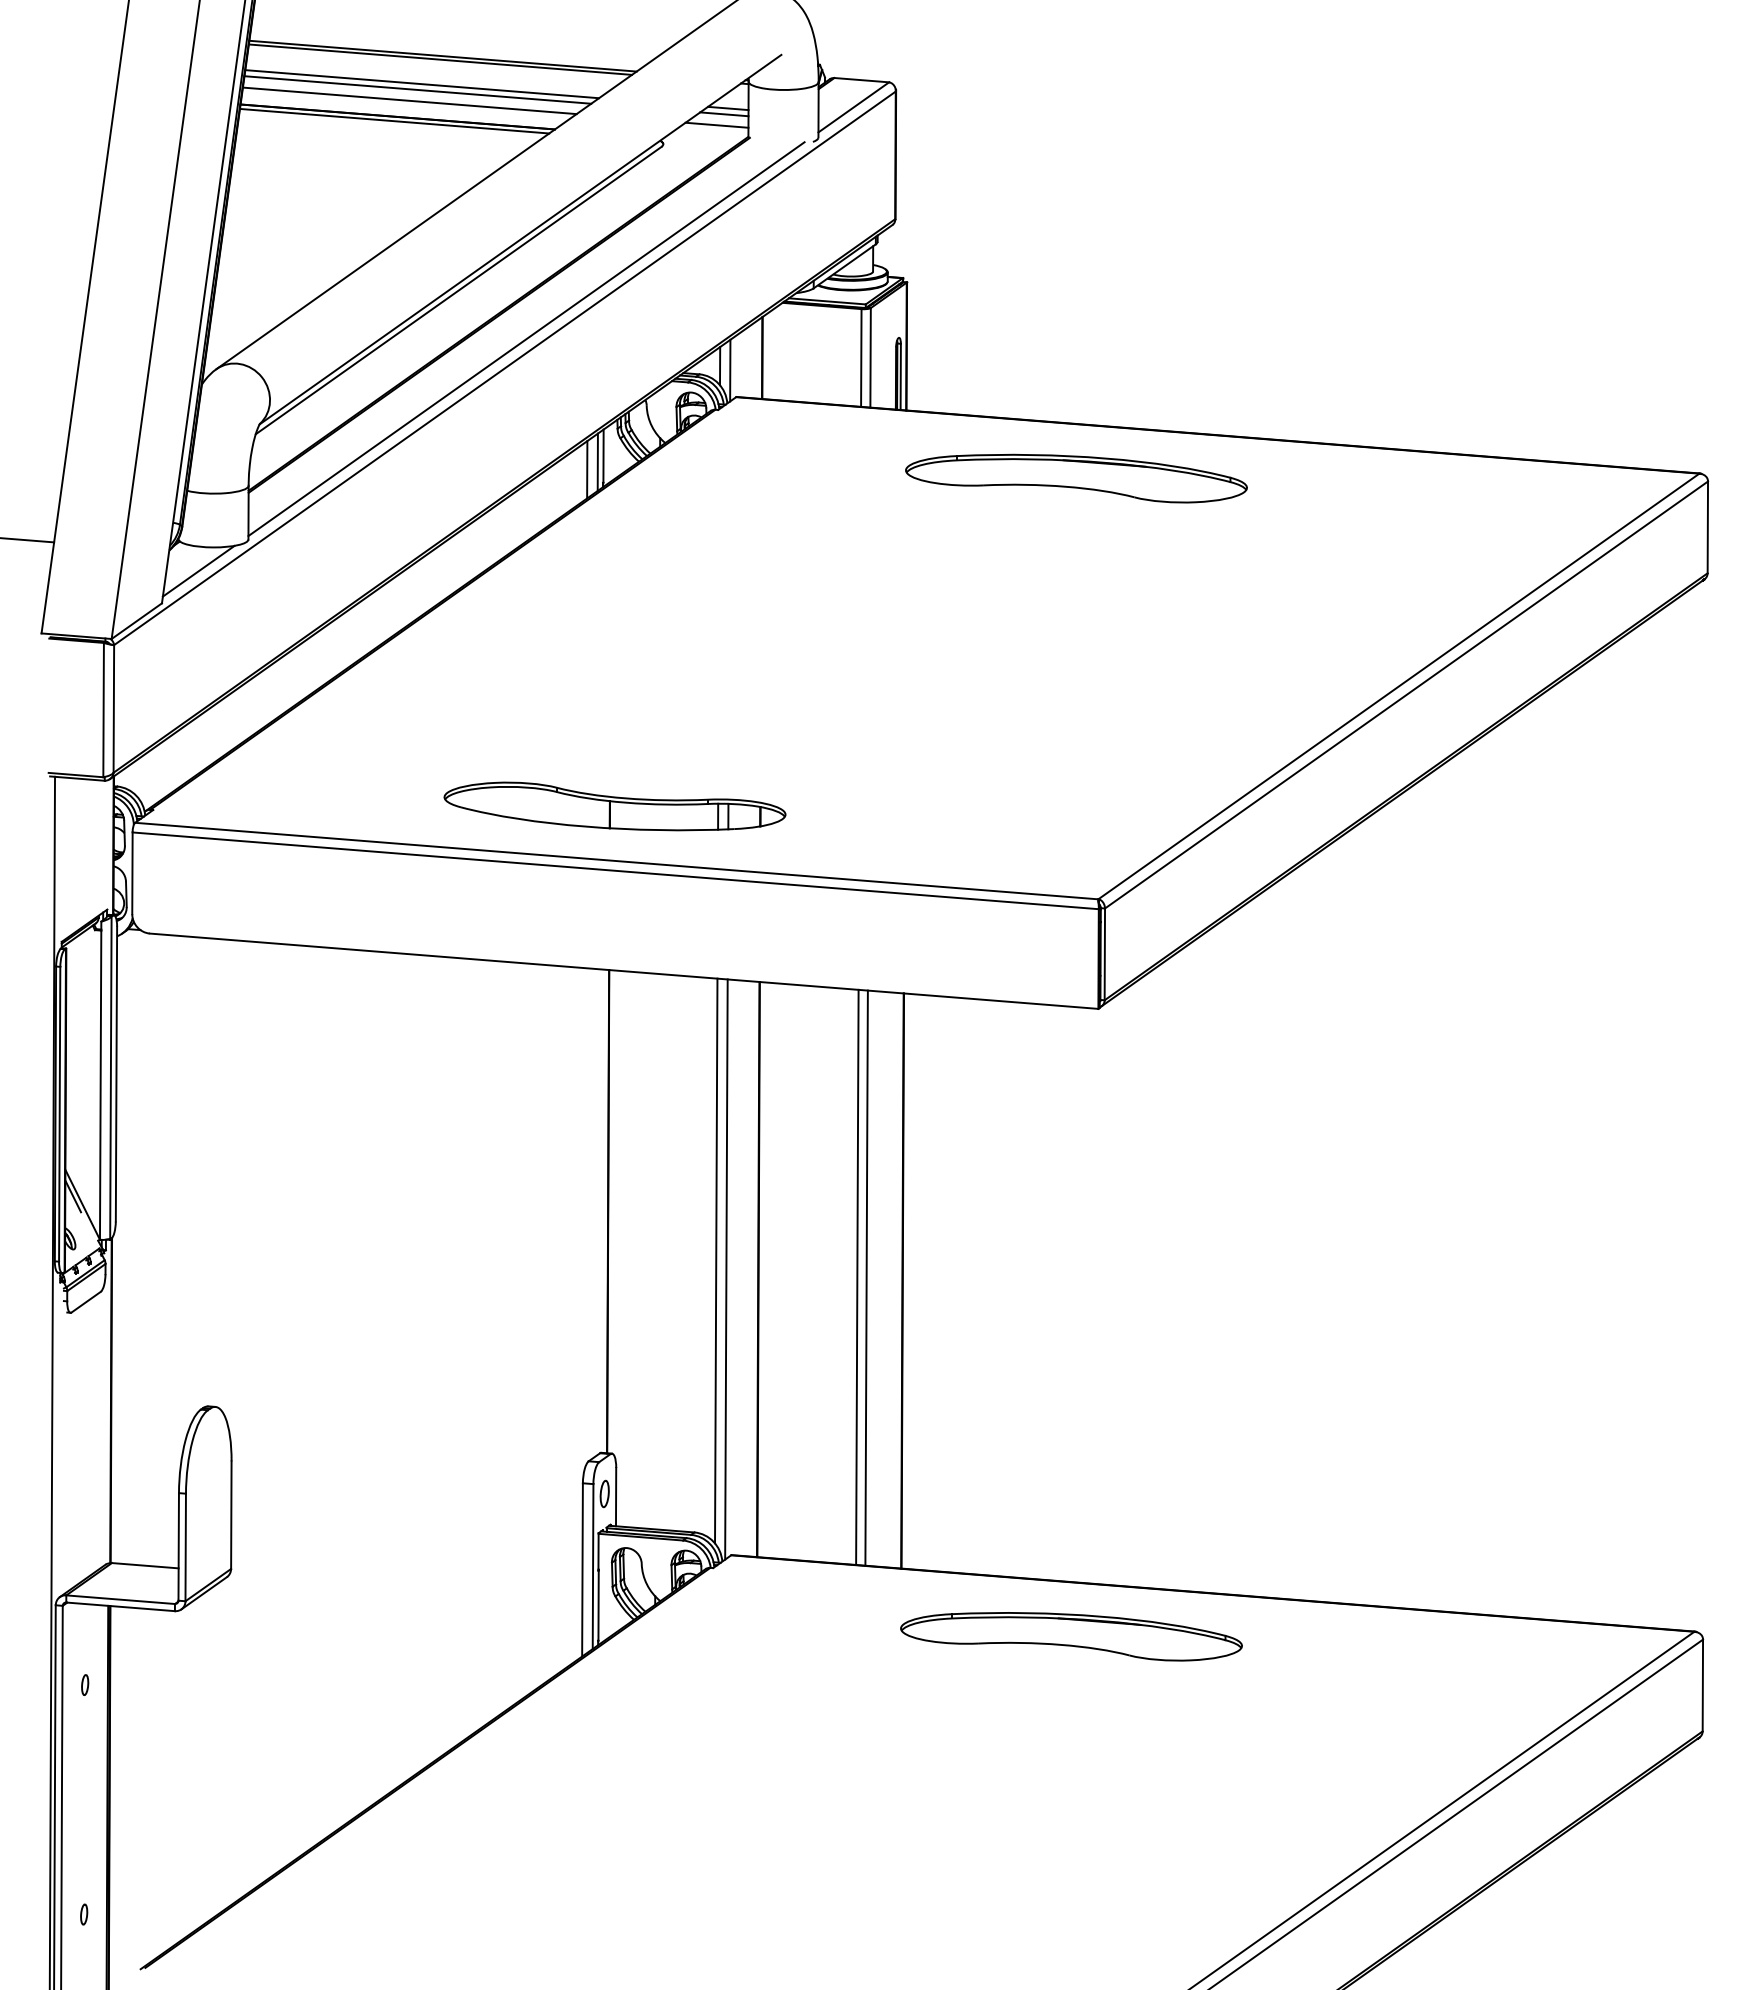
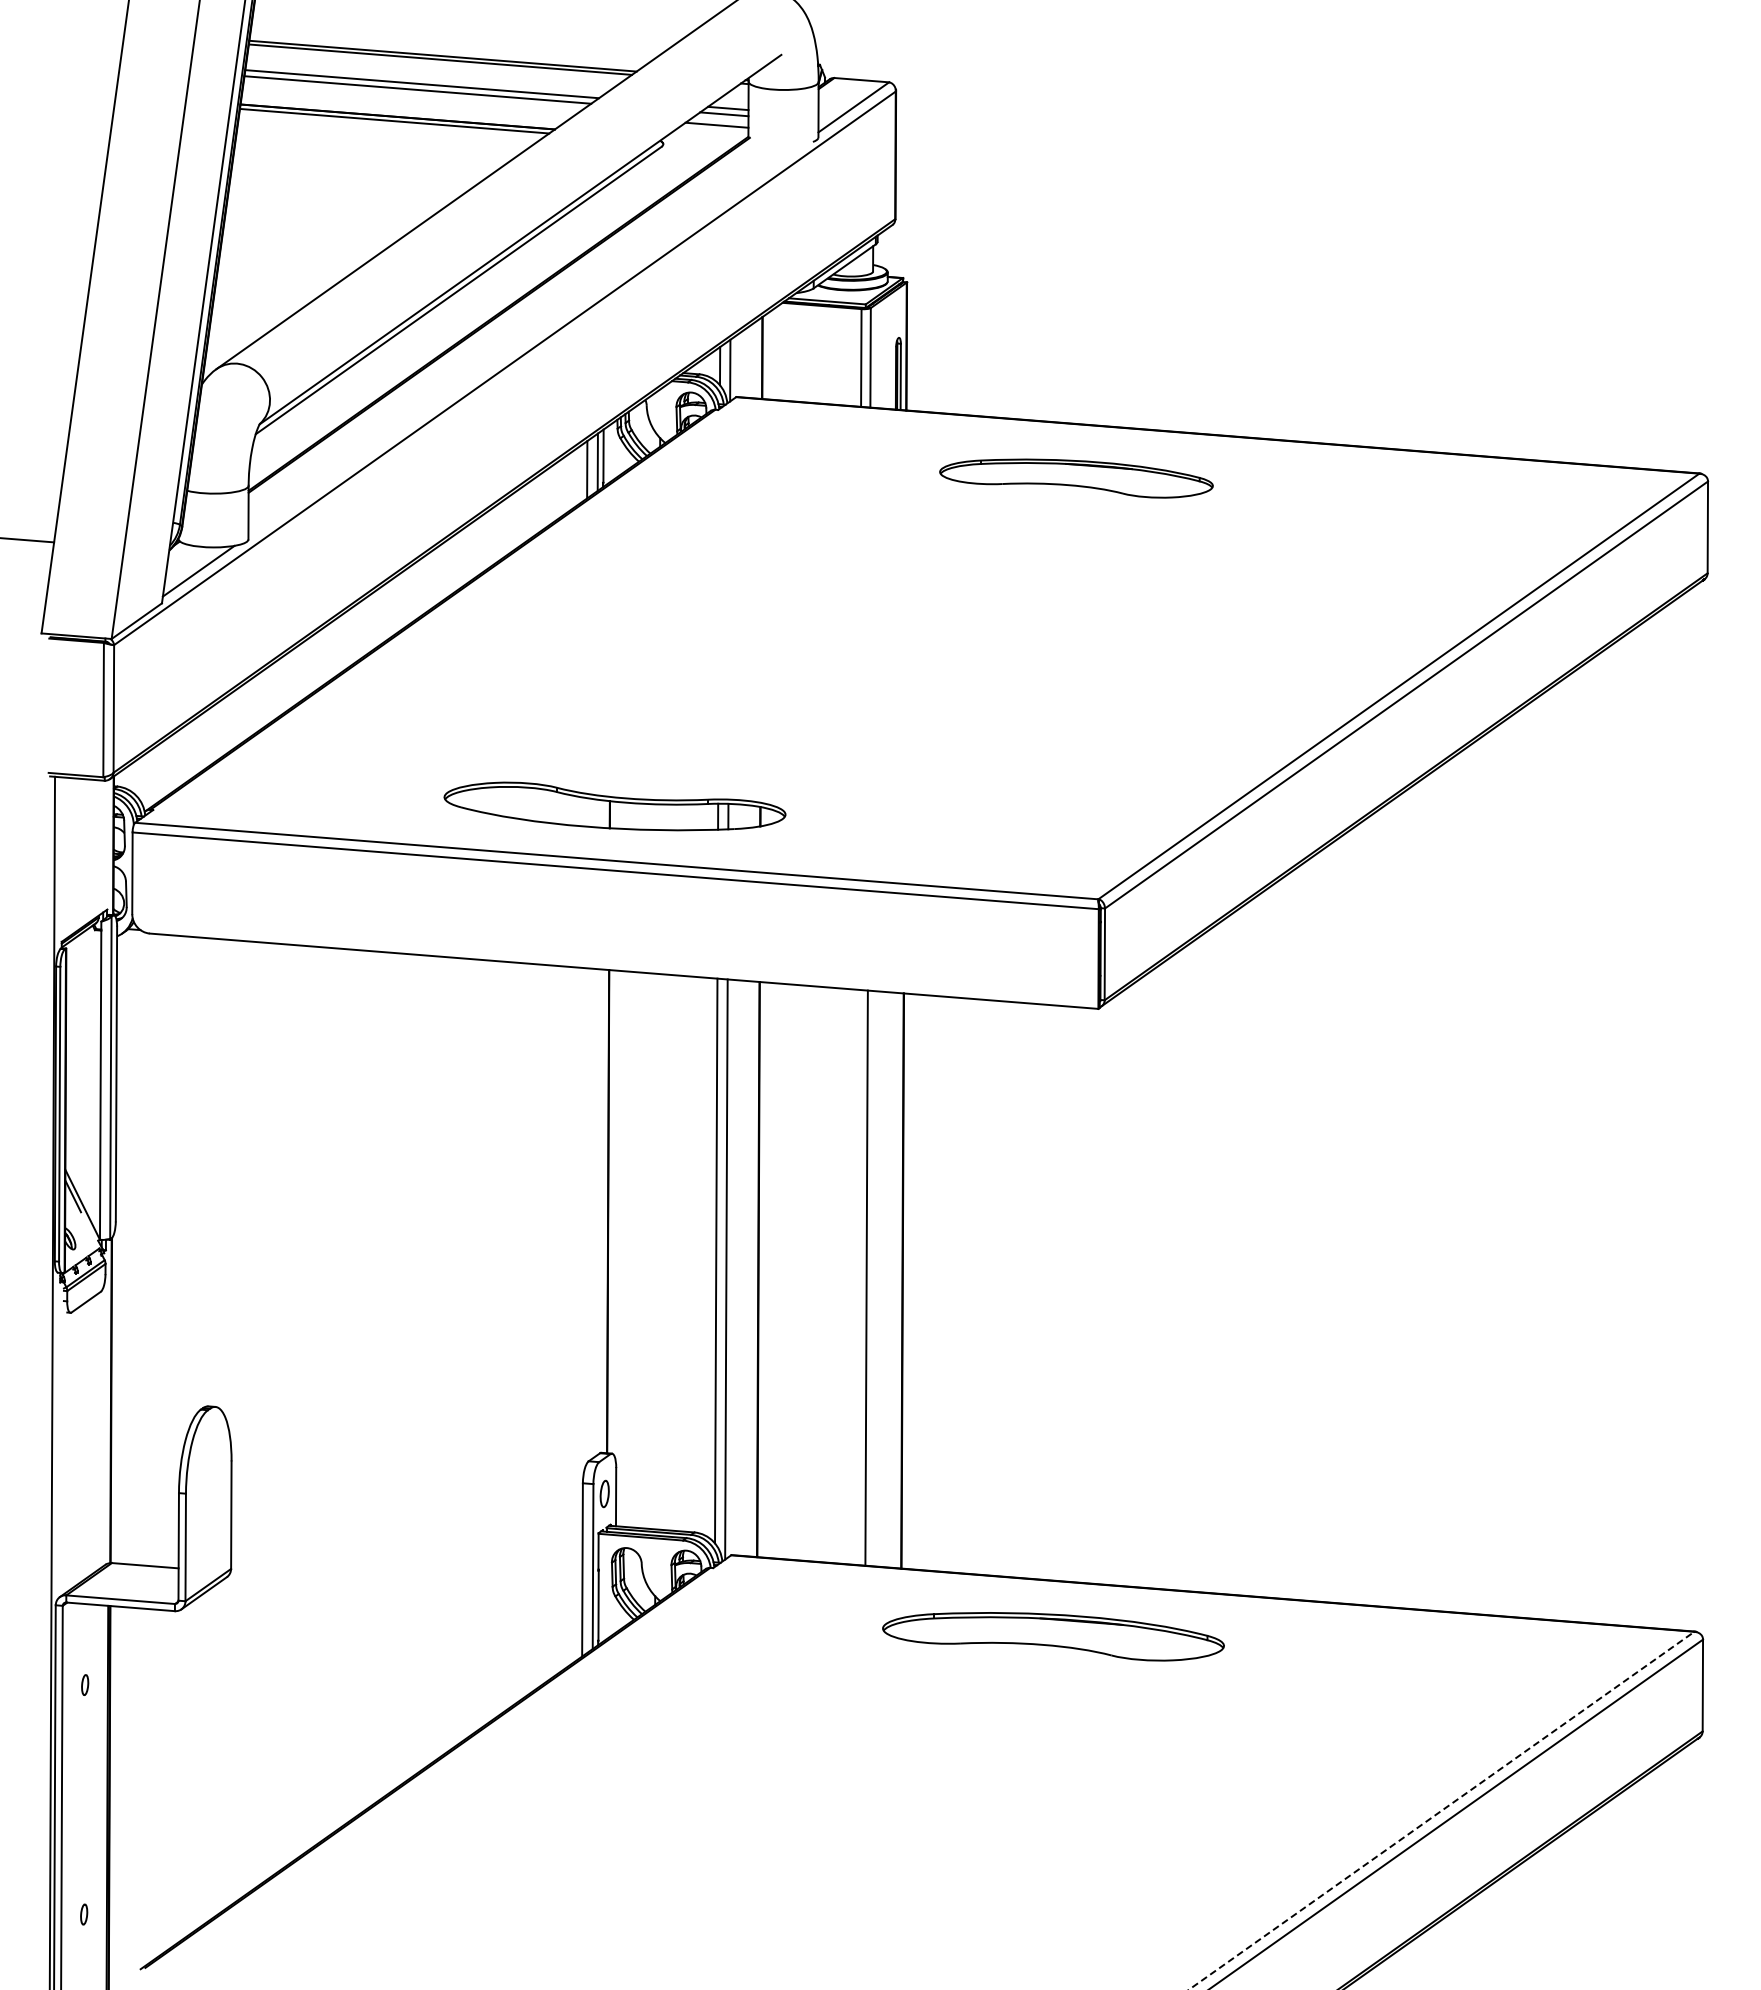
line at (409, 100): present -> none
line at (526, 339): present -> none
part at (1076, 478) size: 343x51 px -> 275x41 px
line at (857, 1276): present -> none
part at (1071, 1636) position: (1071, 1636) -> (1053, 1636)
line at (1441, 1810): solid -> dashed
